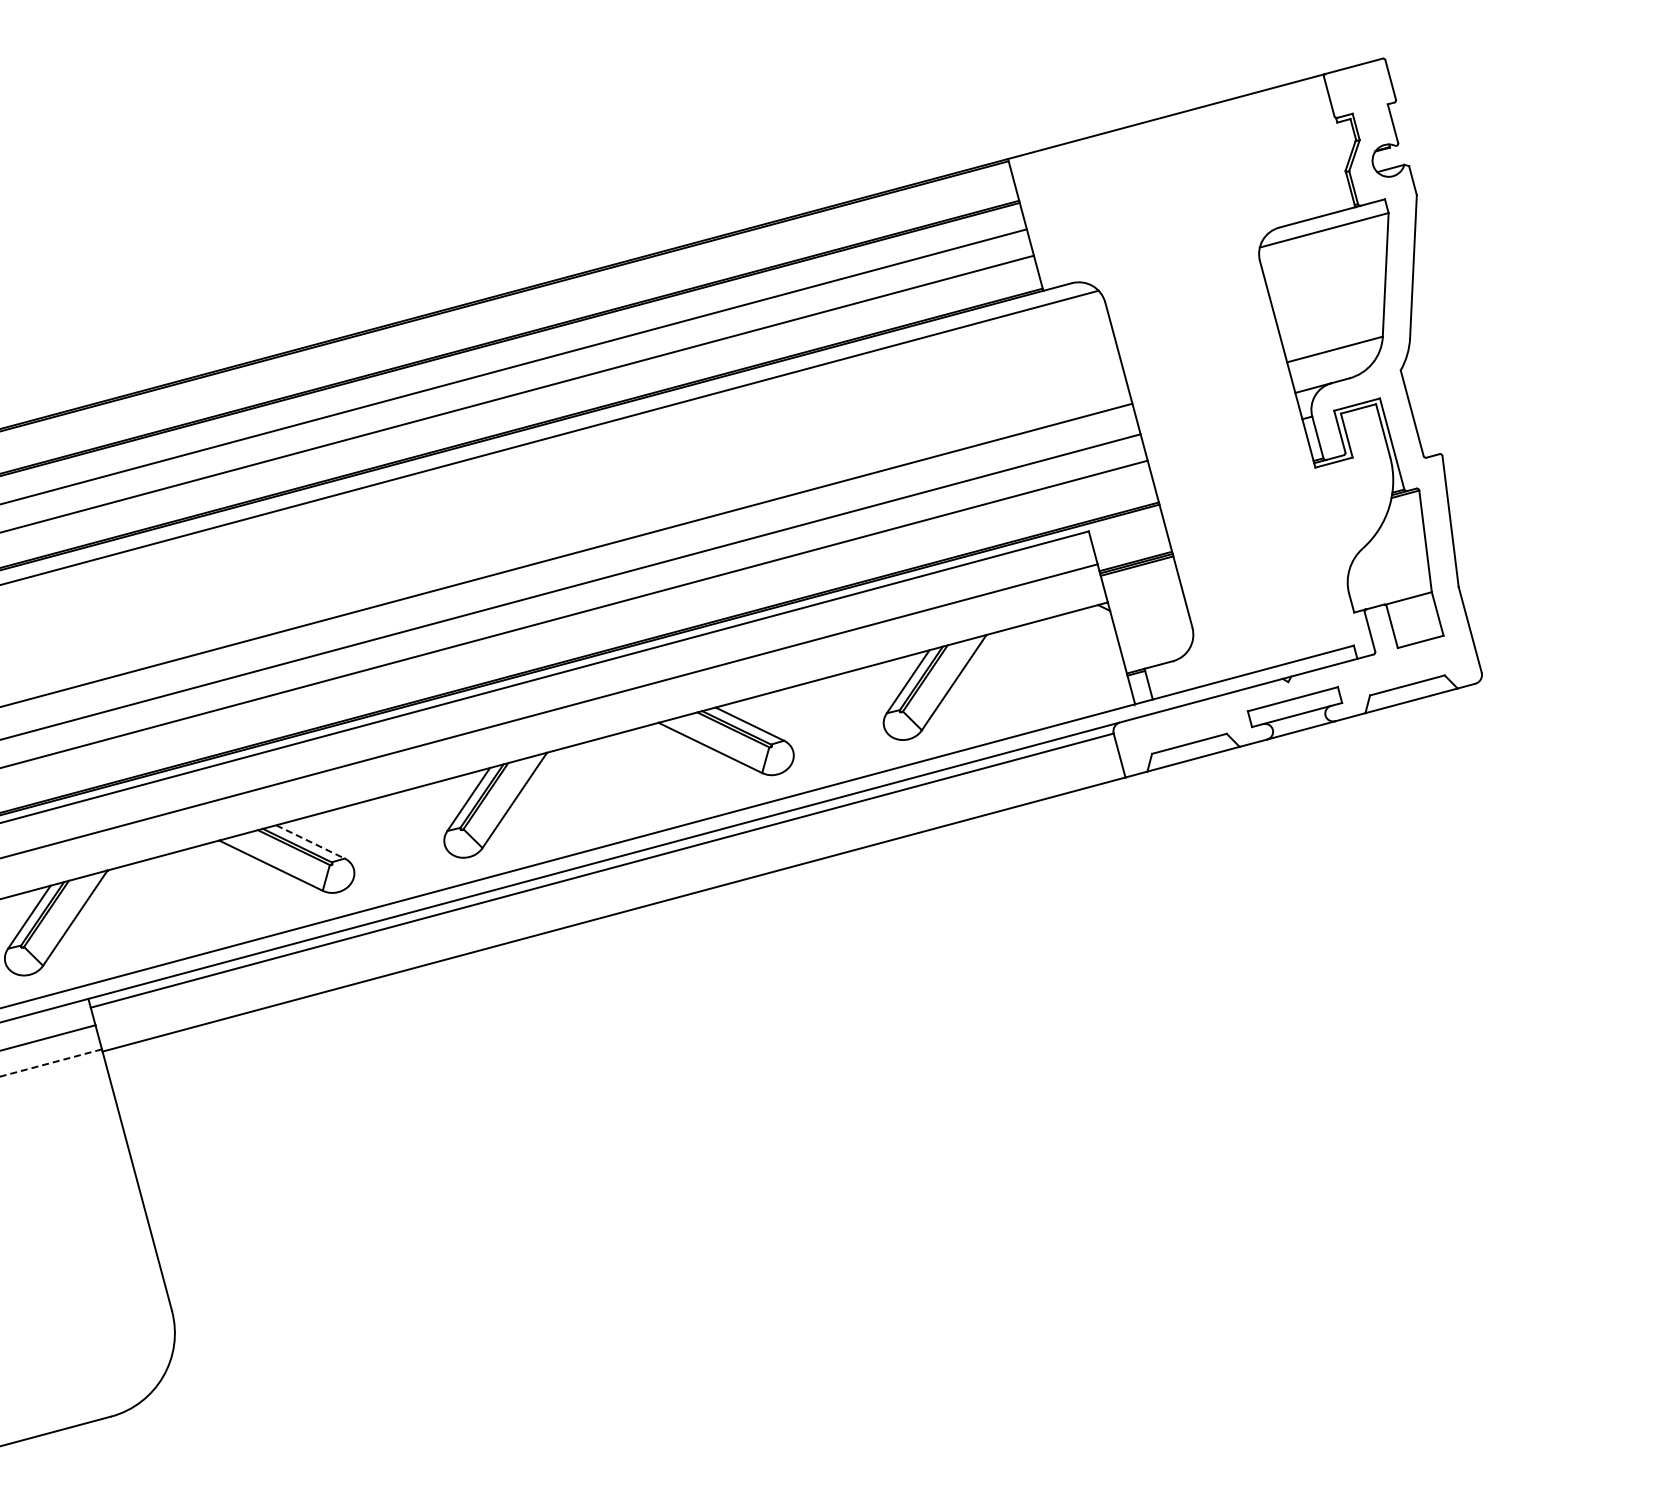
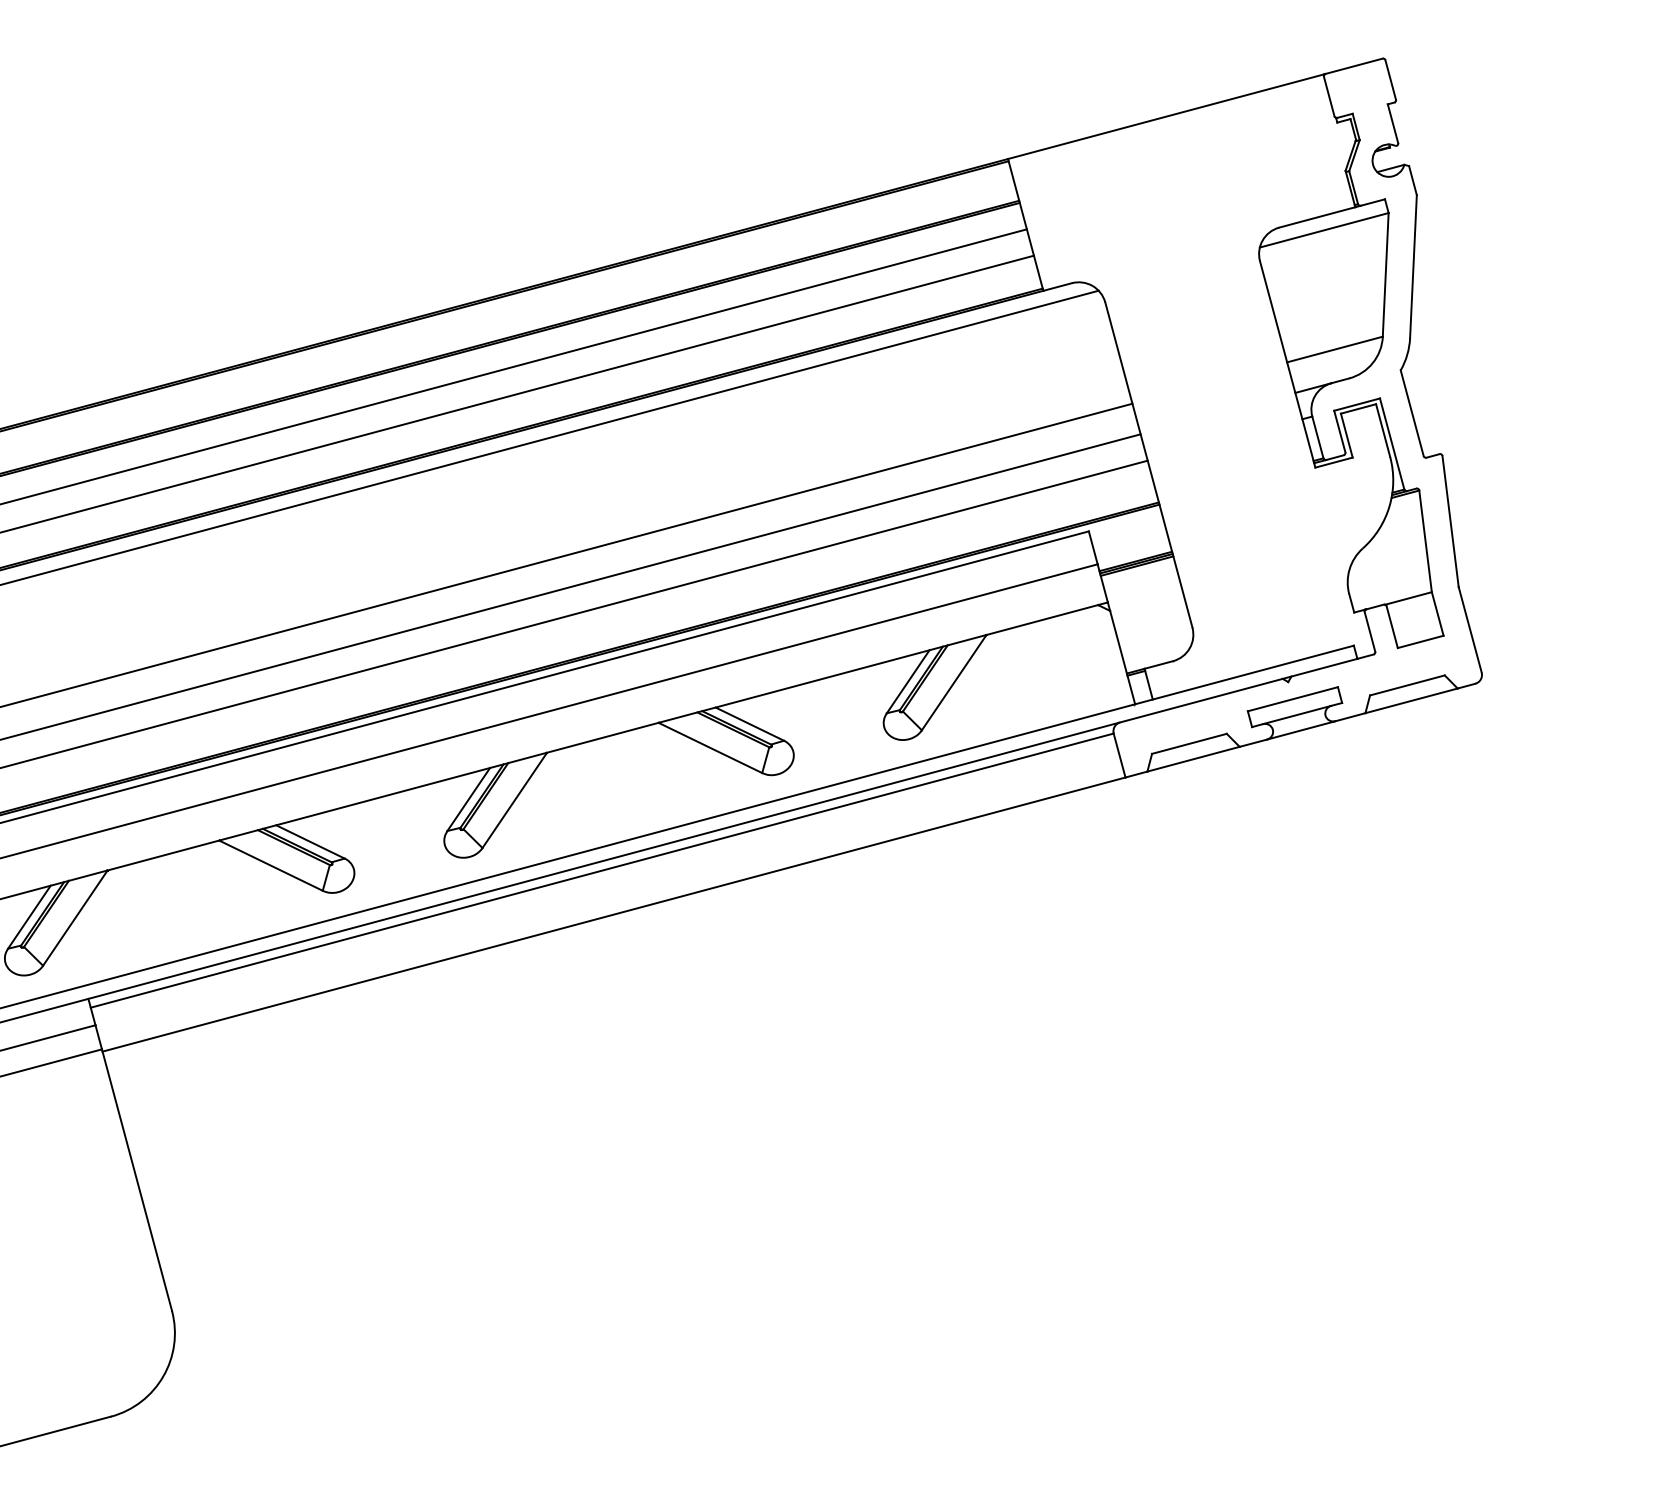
line at (310, 842): dashed -> solid
line at (51, 1062): dashed -> solid
